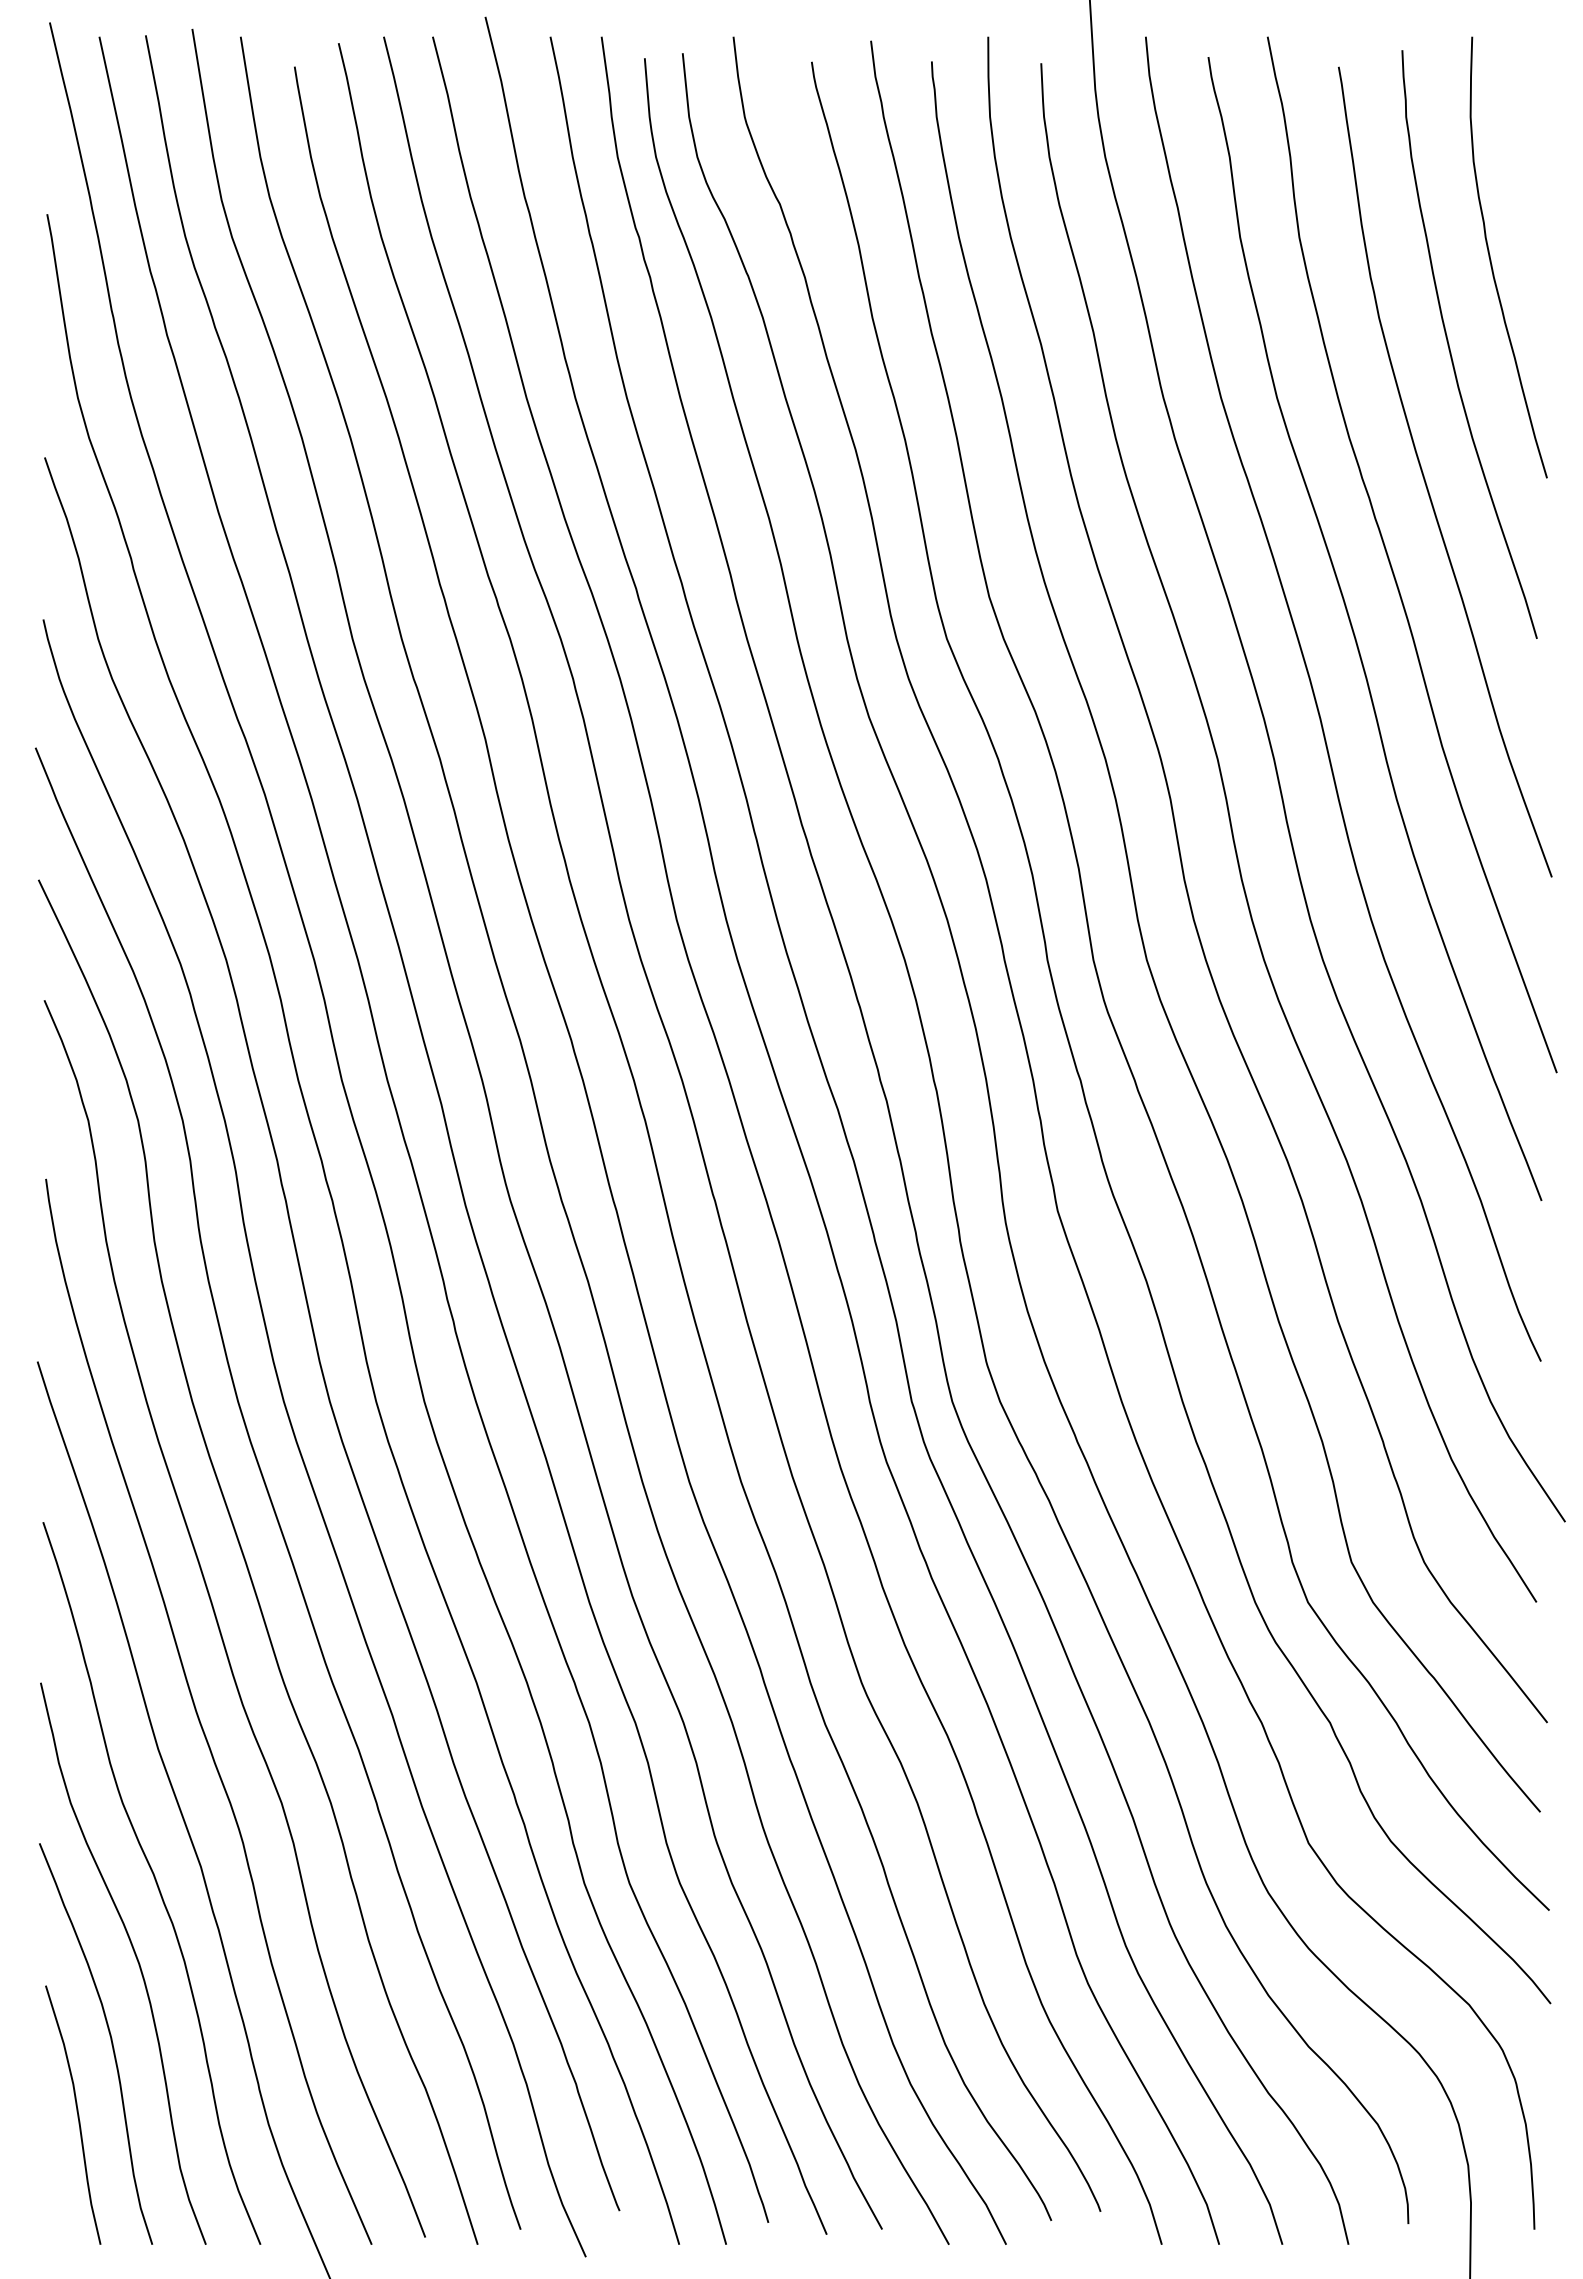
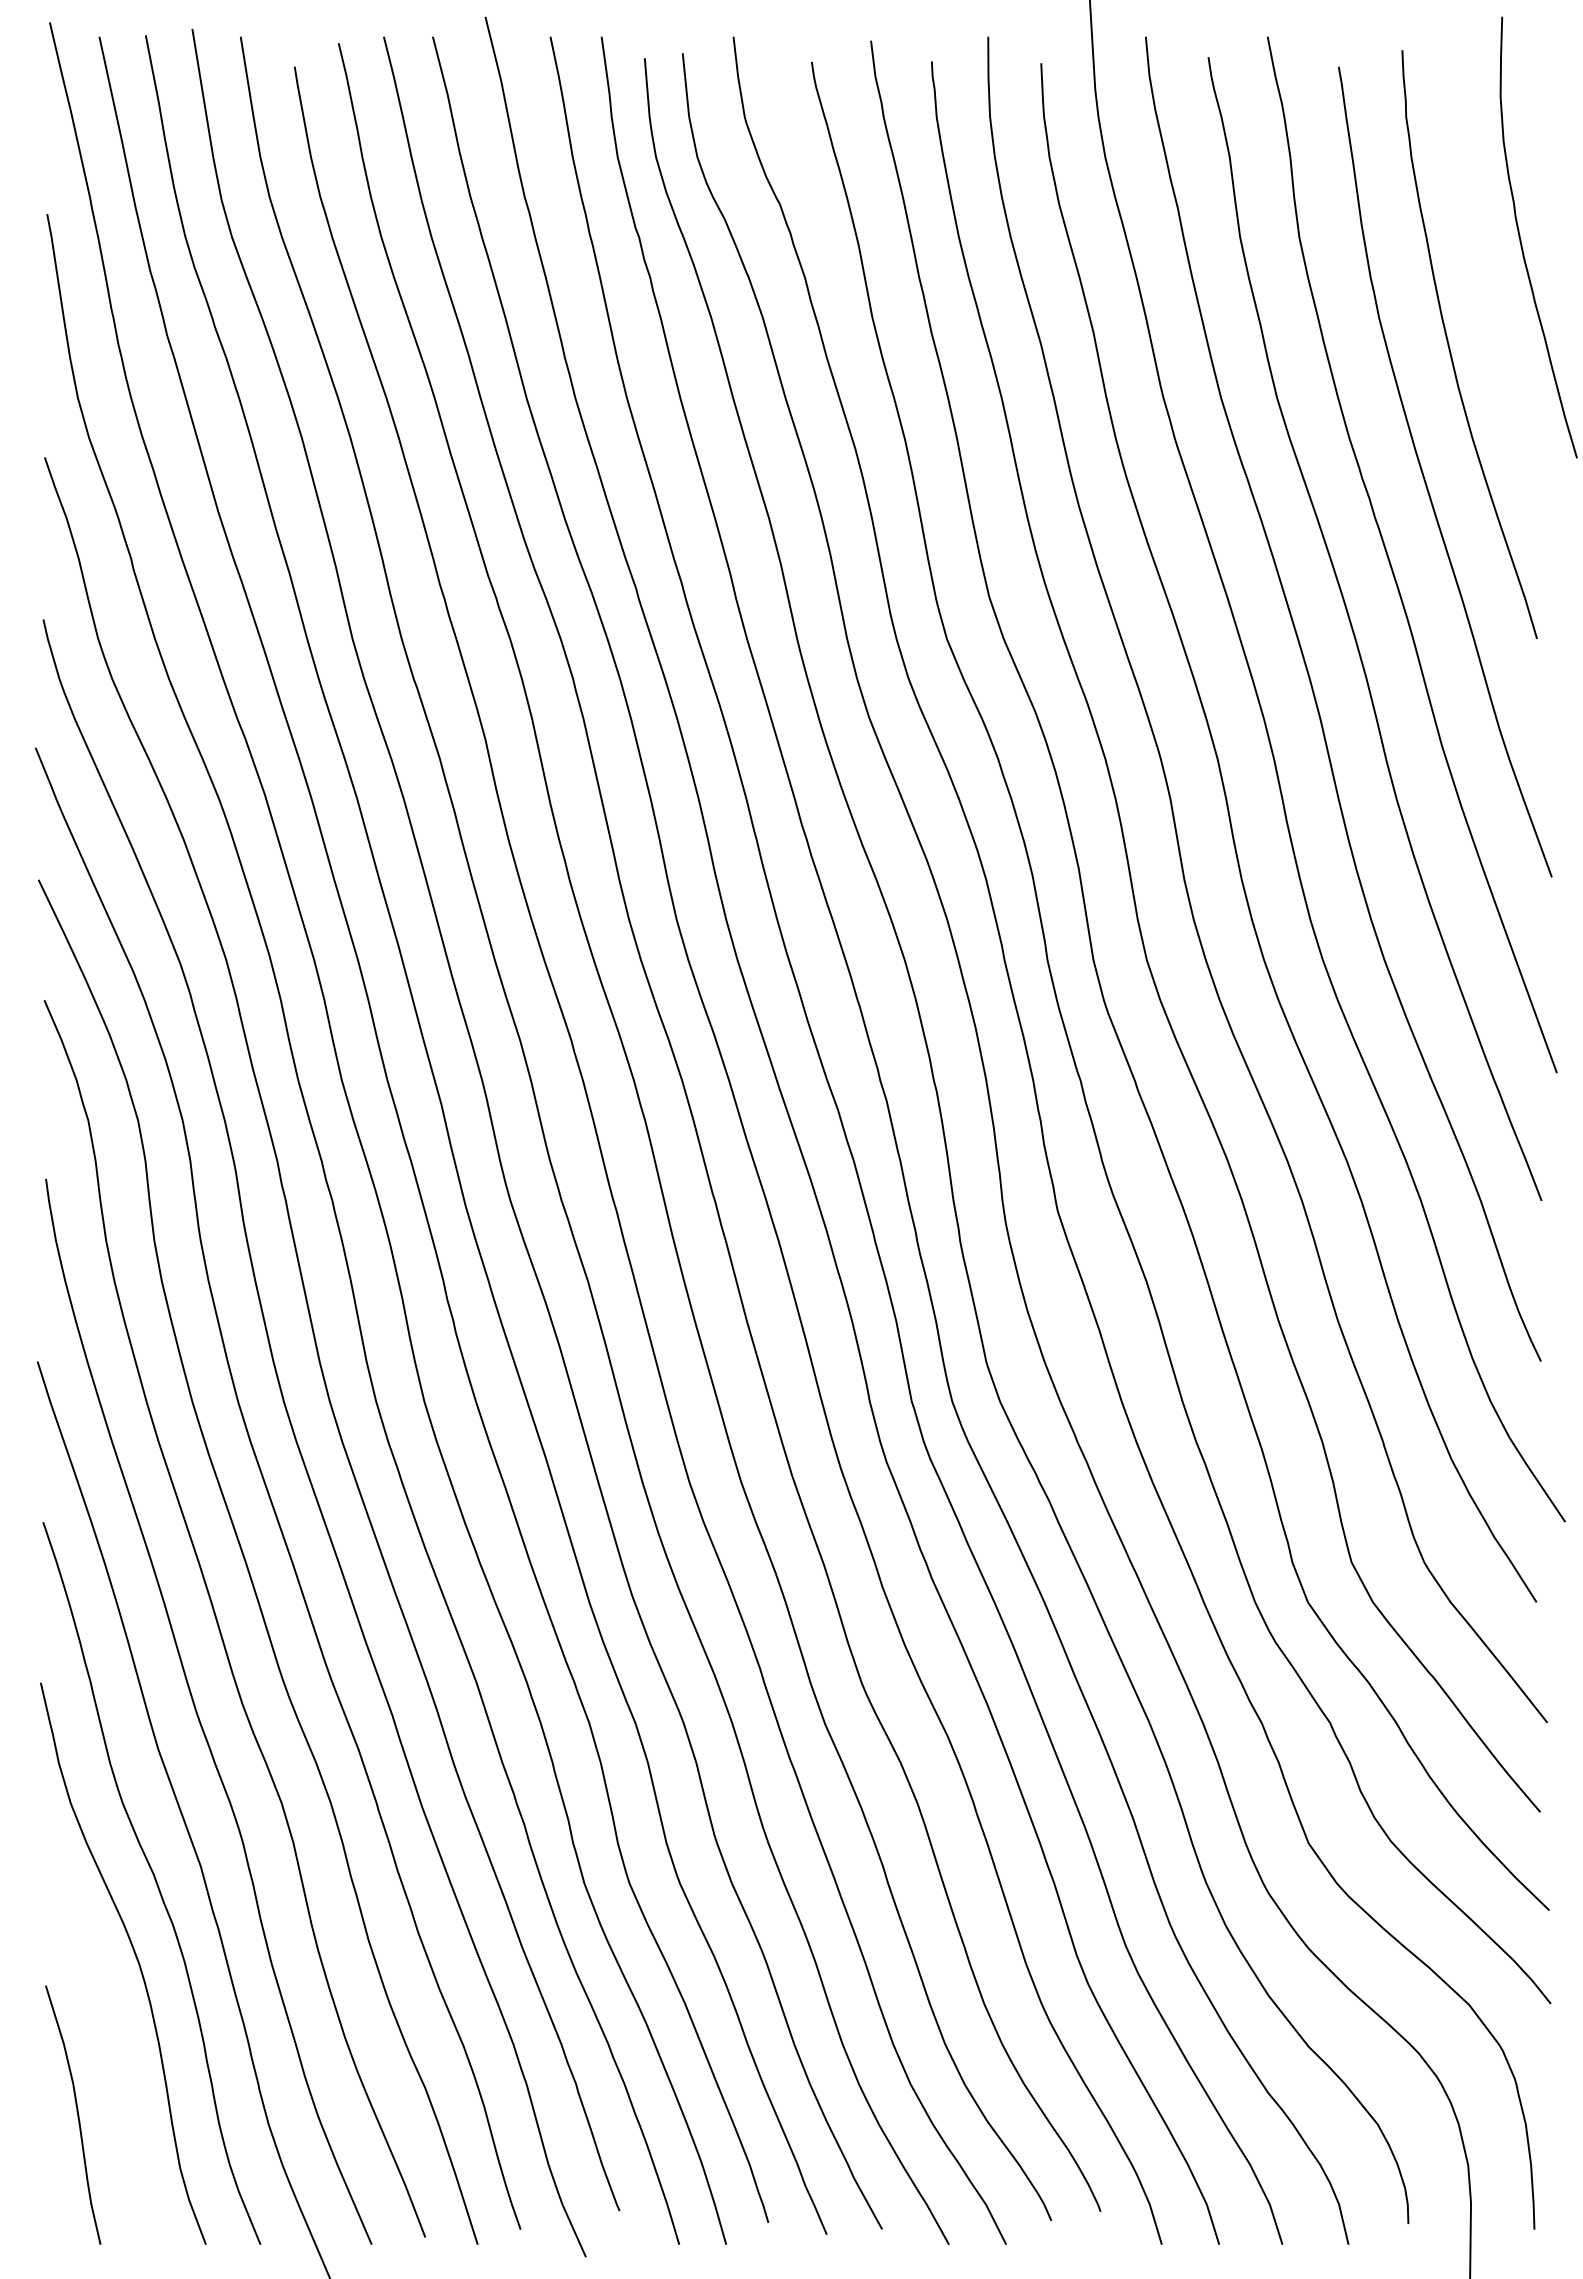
curve at (1491, 259) position: (1491, 259) -> (1521, 239)
curve at (110, 2040): present -> none
